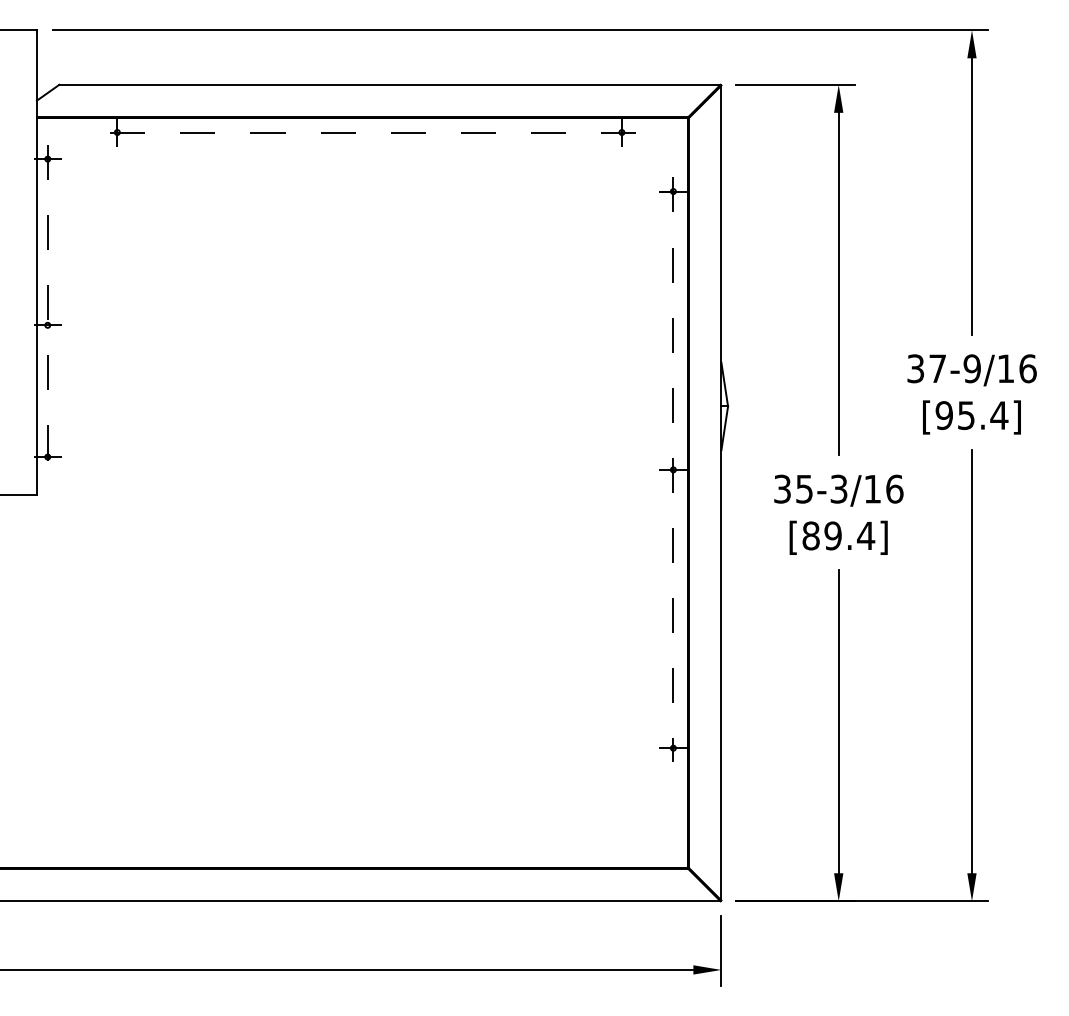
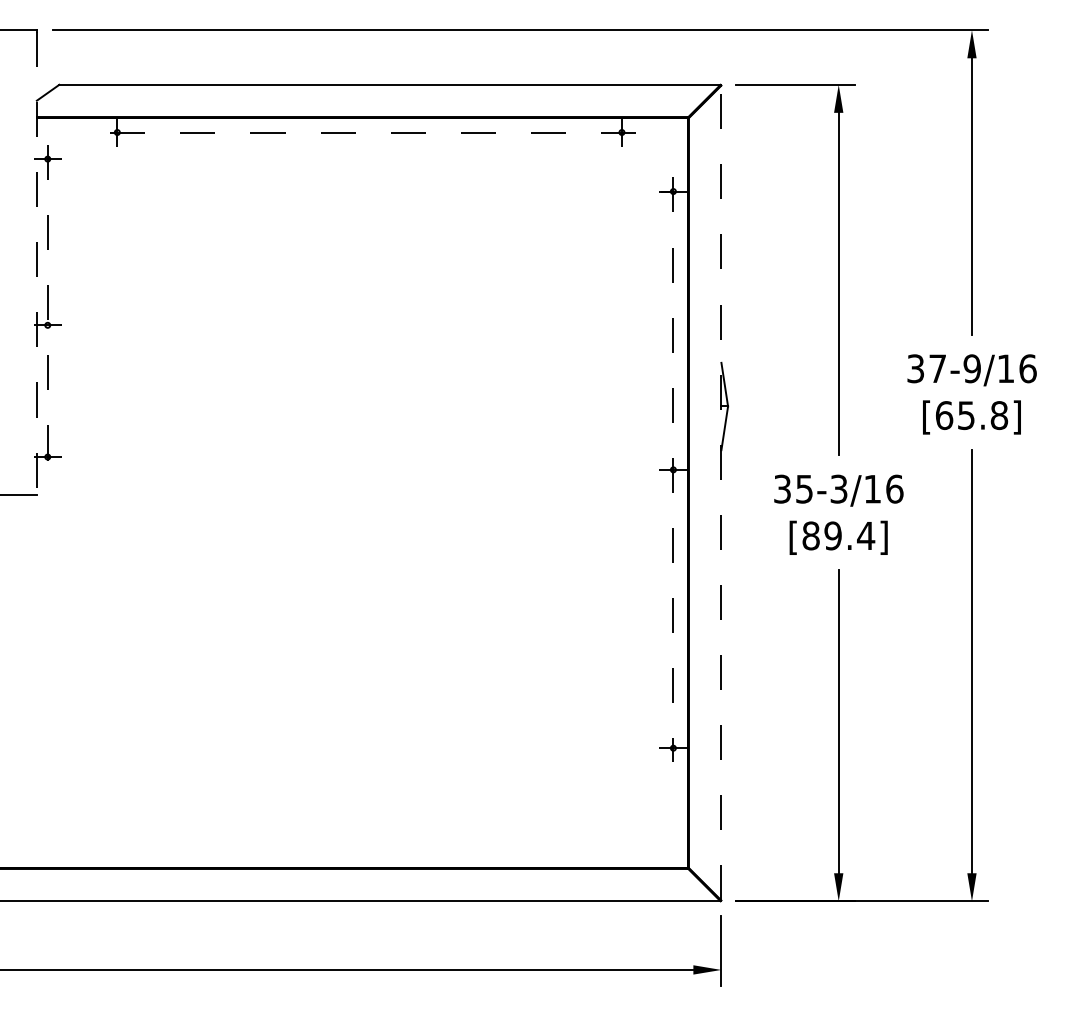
line at (36, 263): solid -> dashed
text at (971, 415): [95.4] -> [65.8]
line at (721, 492): solid -> dashed
